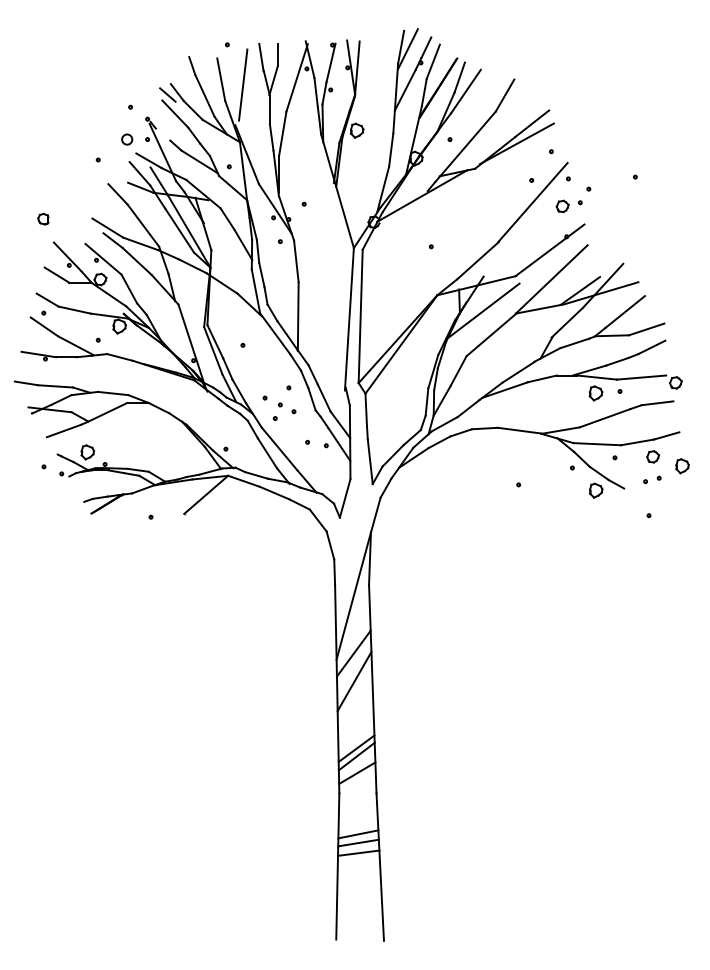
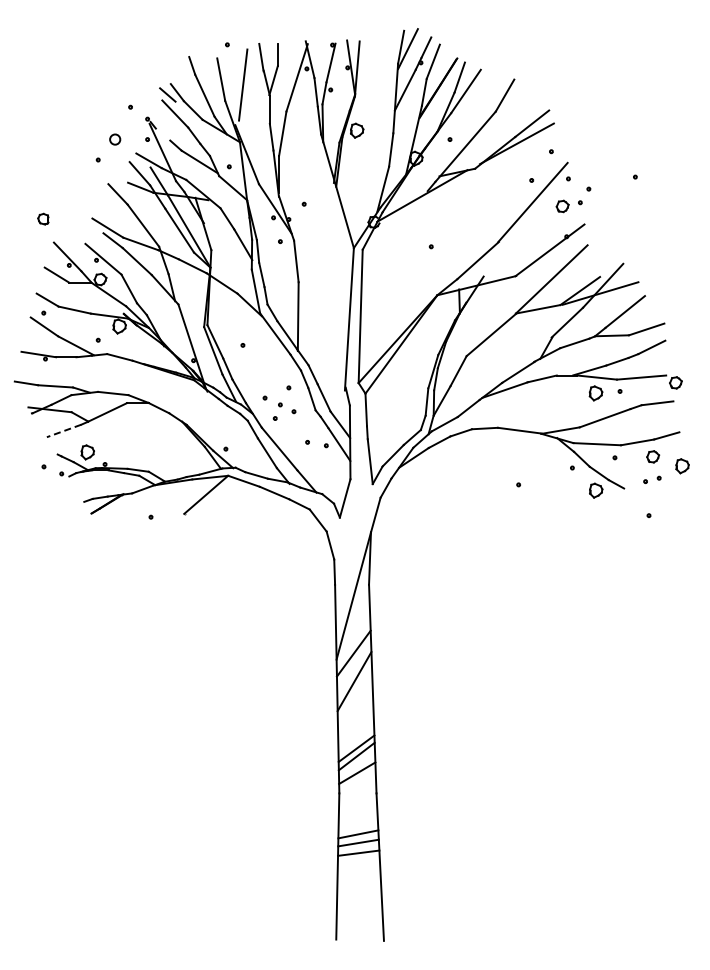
circle at (127, 139) position: (127, 139) -> (115, 139)
line at (483, 310): present -> none
line at (63, 431): solid -> dashed
